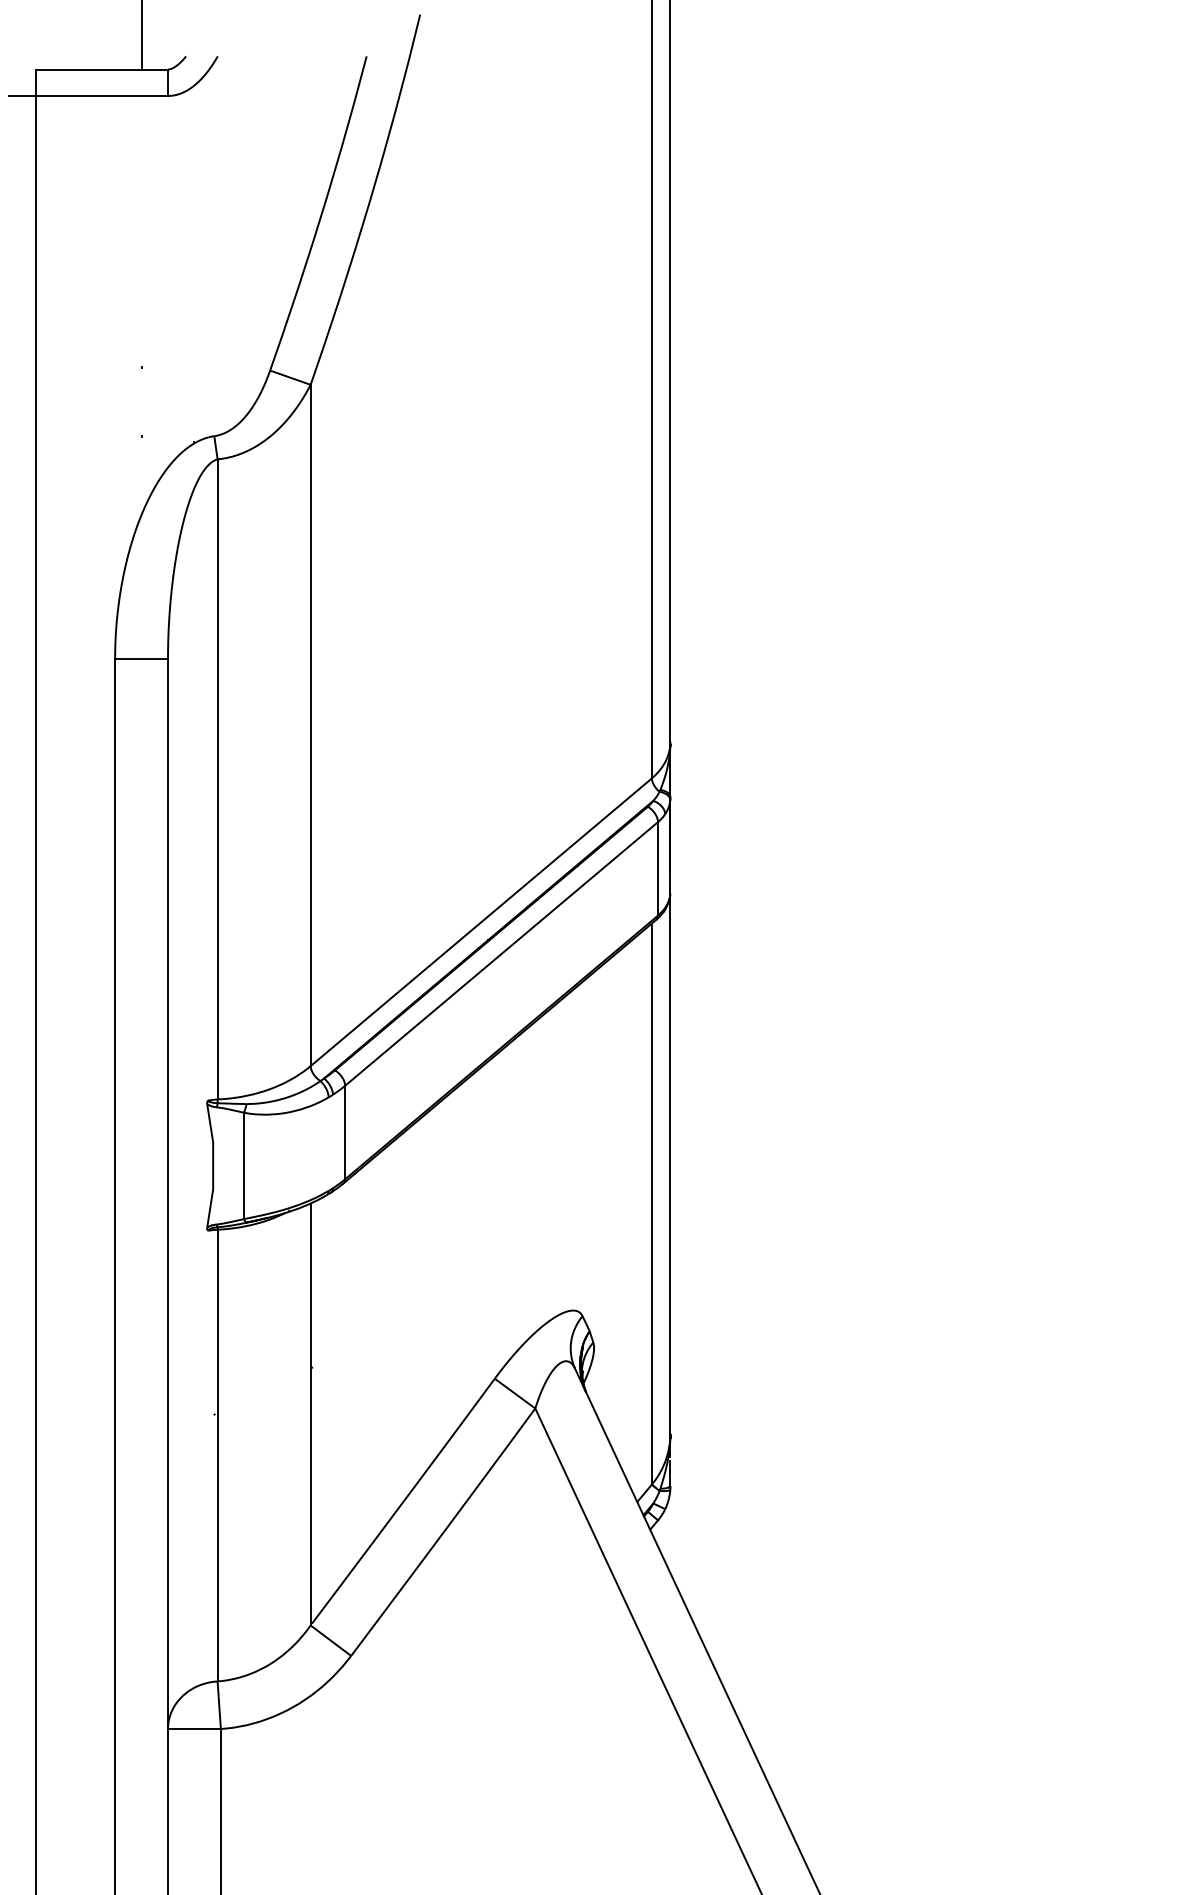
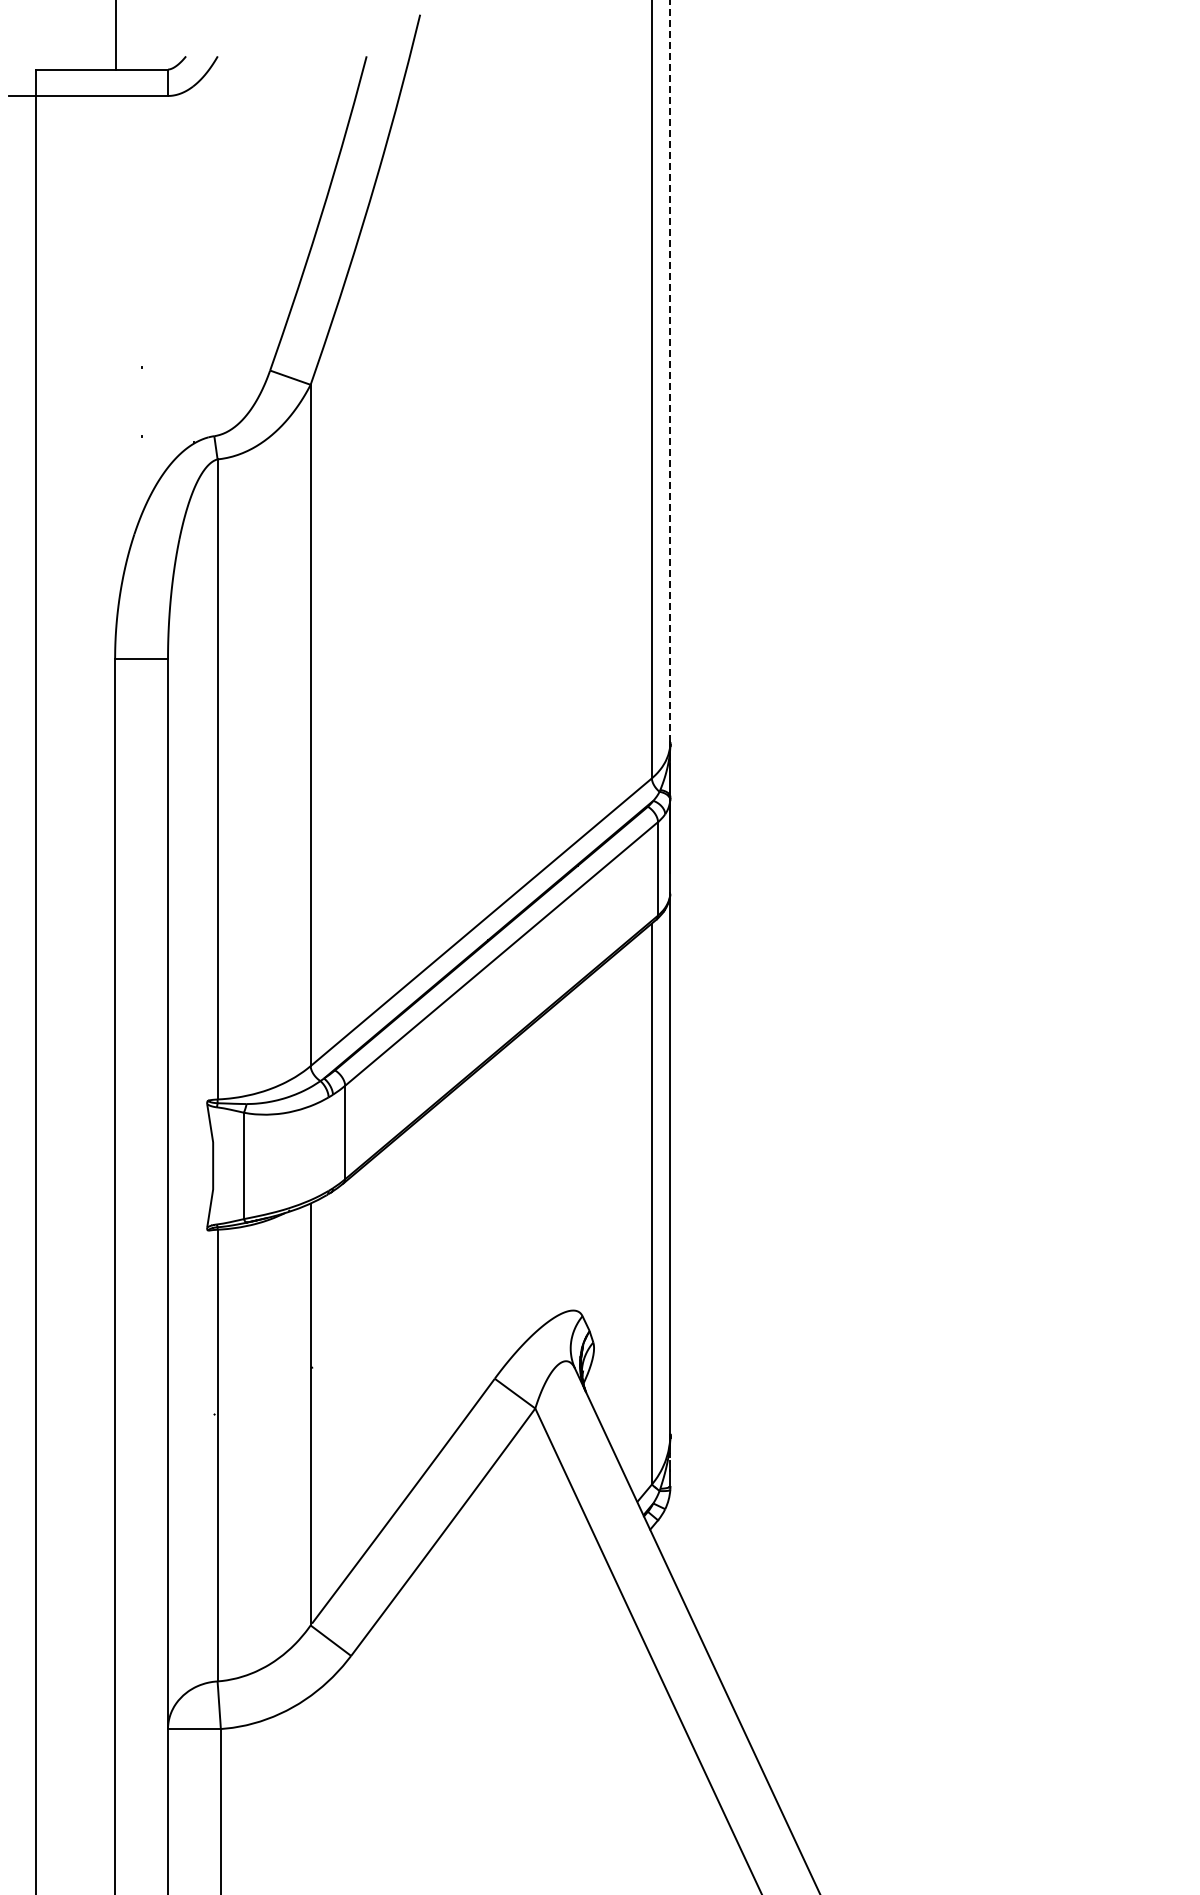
line at (141, 35) position: (141, 35) -> (115, 35)
line at (670, 371): solid -> dashed
